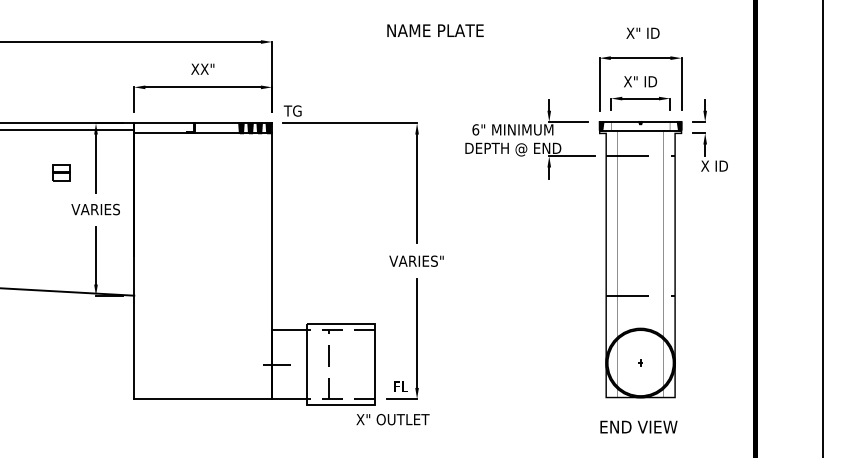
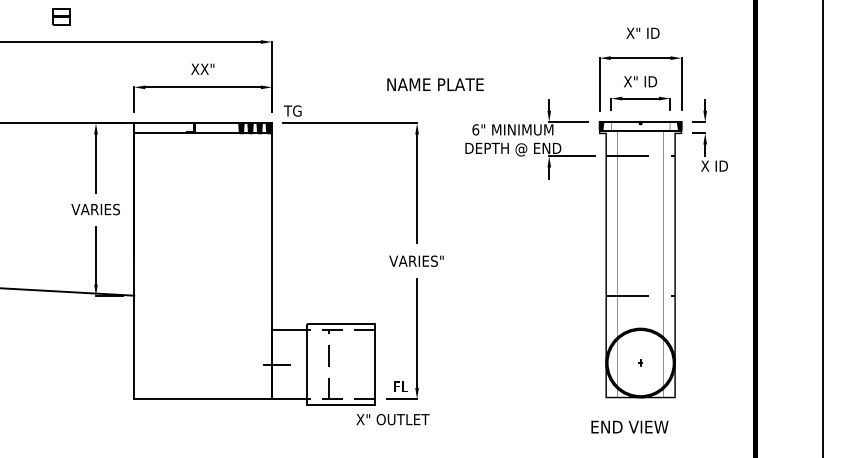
text at (435, 30) position: (435, 30) -> (435, 84)
line at (68, 130): present -> none
part at (61, 172) position: (61, 172) -> (61, 16)
text at (638, 426) position: (638, 426) -> (629, 426)
